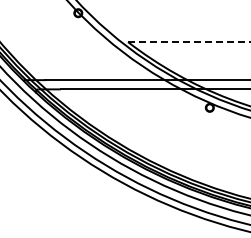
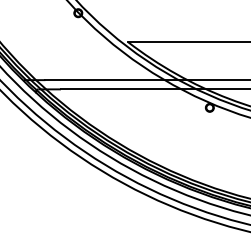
line at (189, 42): dashed -> solid
